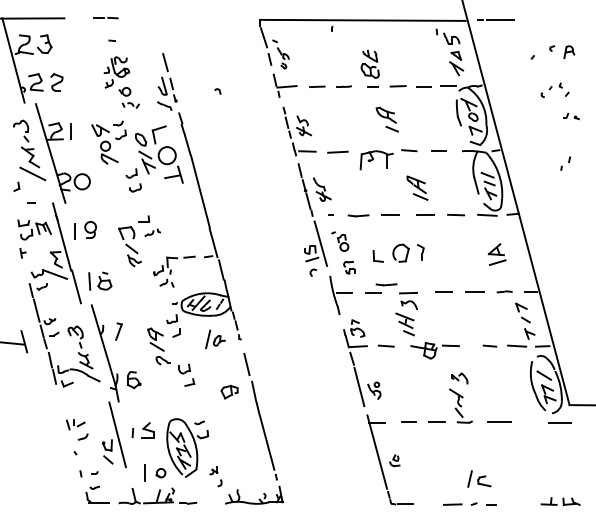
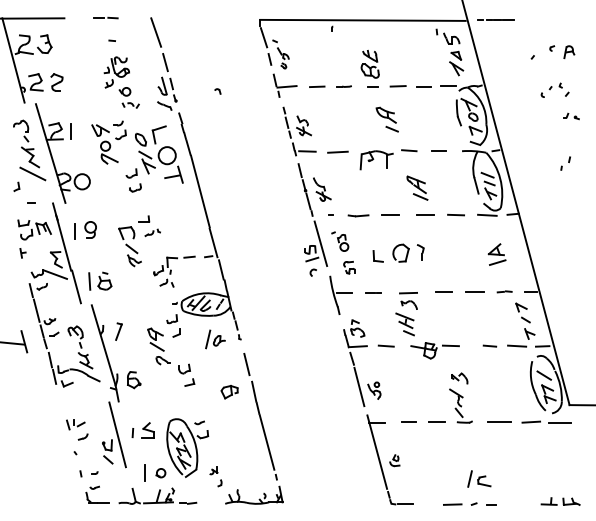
line at (156, 32): none -> present
line at (386, 284): present -> none
line at (530, 421): none -> present
